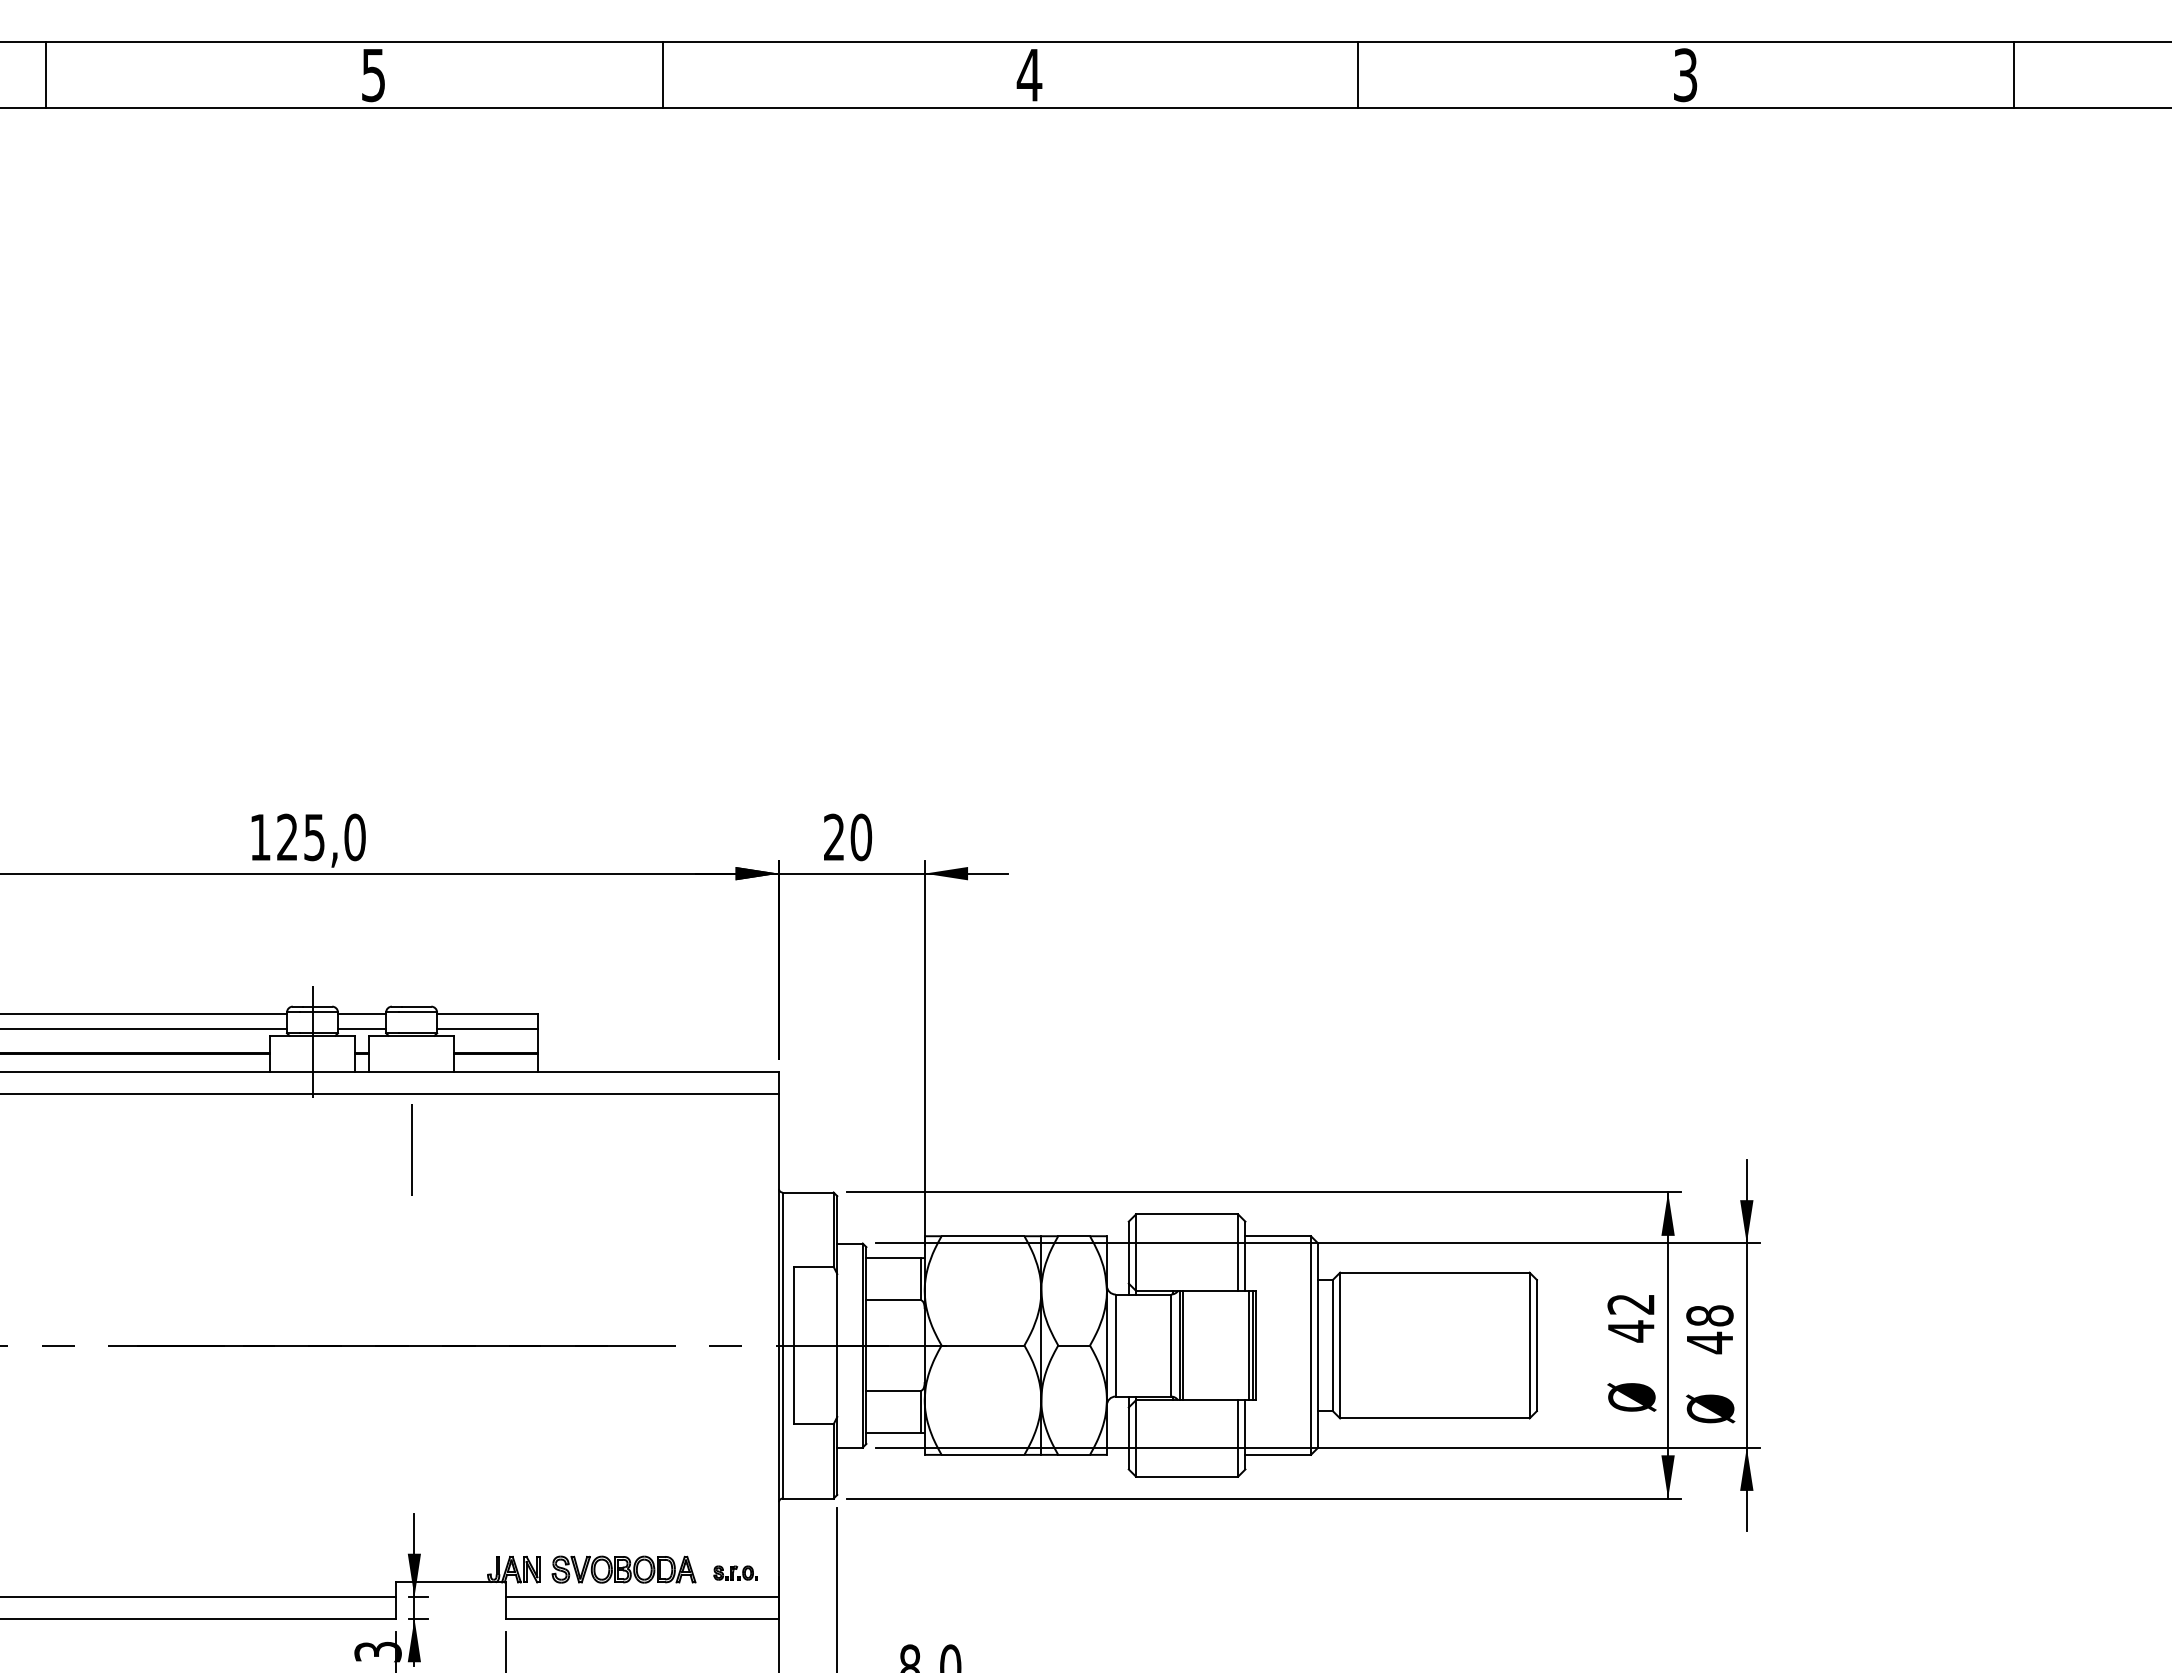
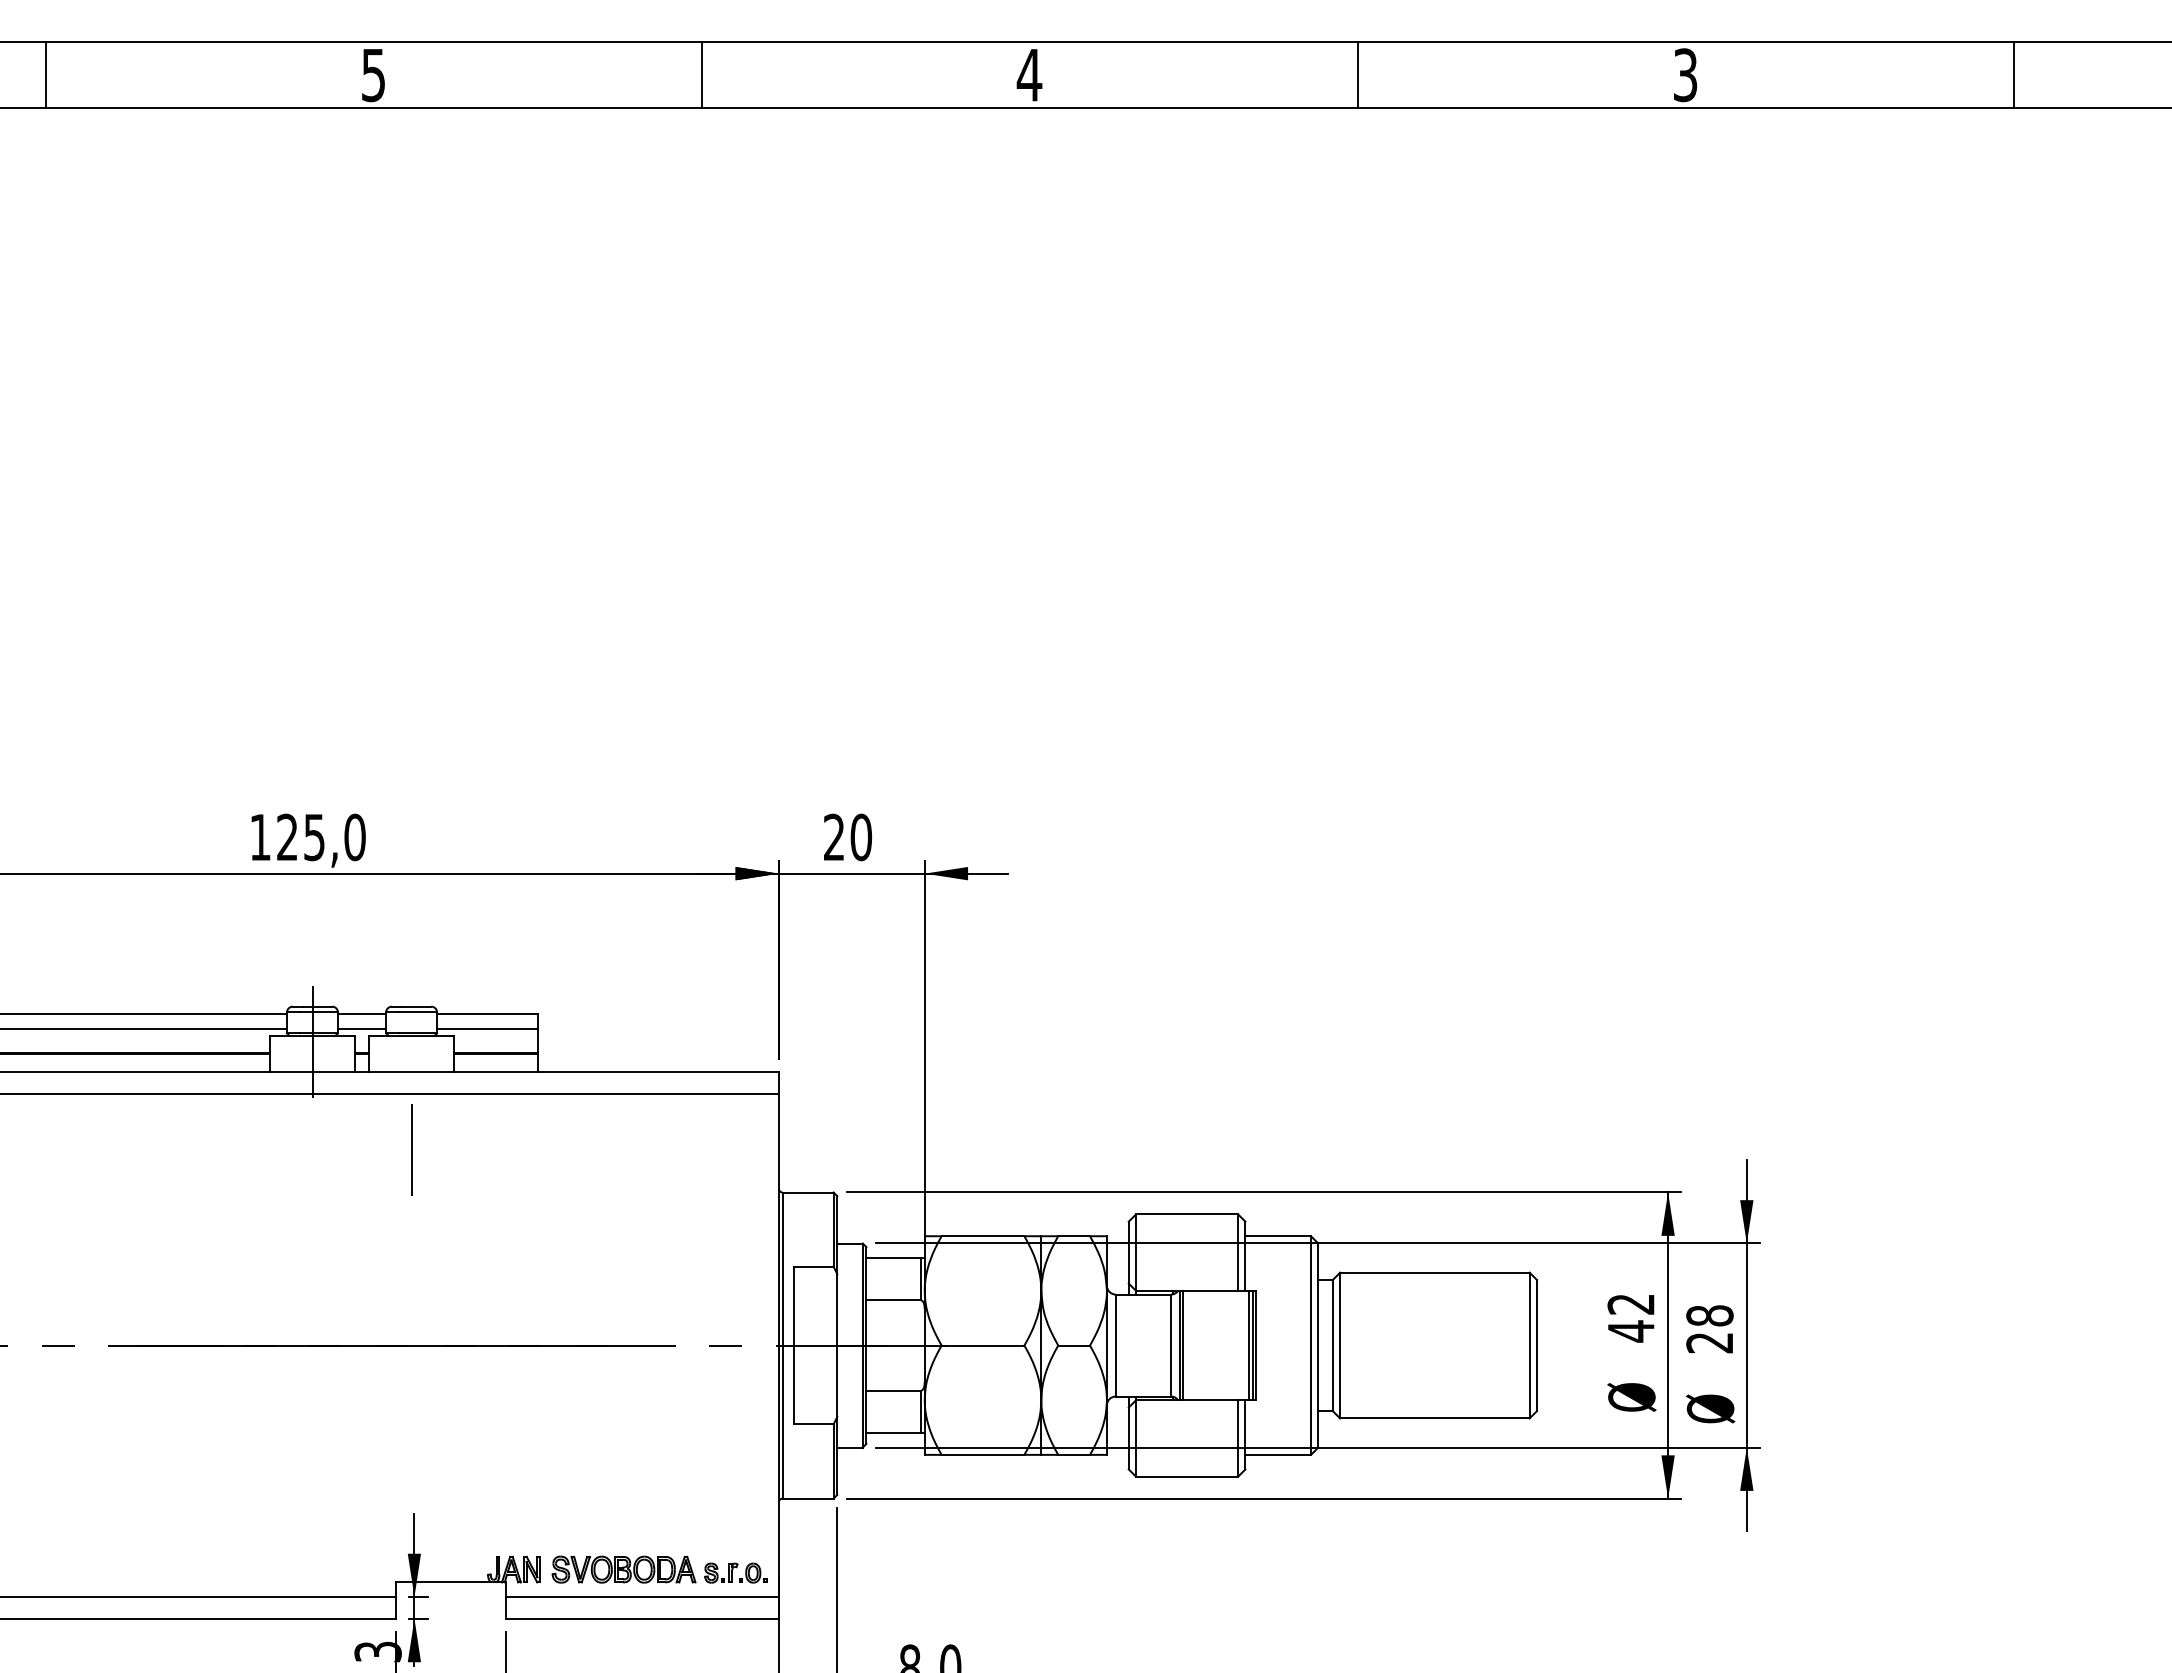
line at (663, 74) position: (663, 74) -> (702, 74)
text at (1709, 1342): 48 -> 28
part at (735, 1572) size: 45x16 px -> 64x22 px
